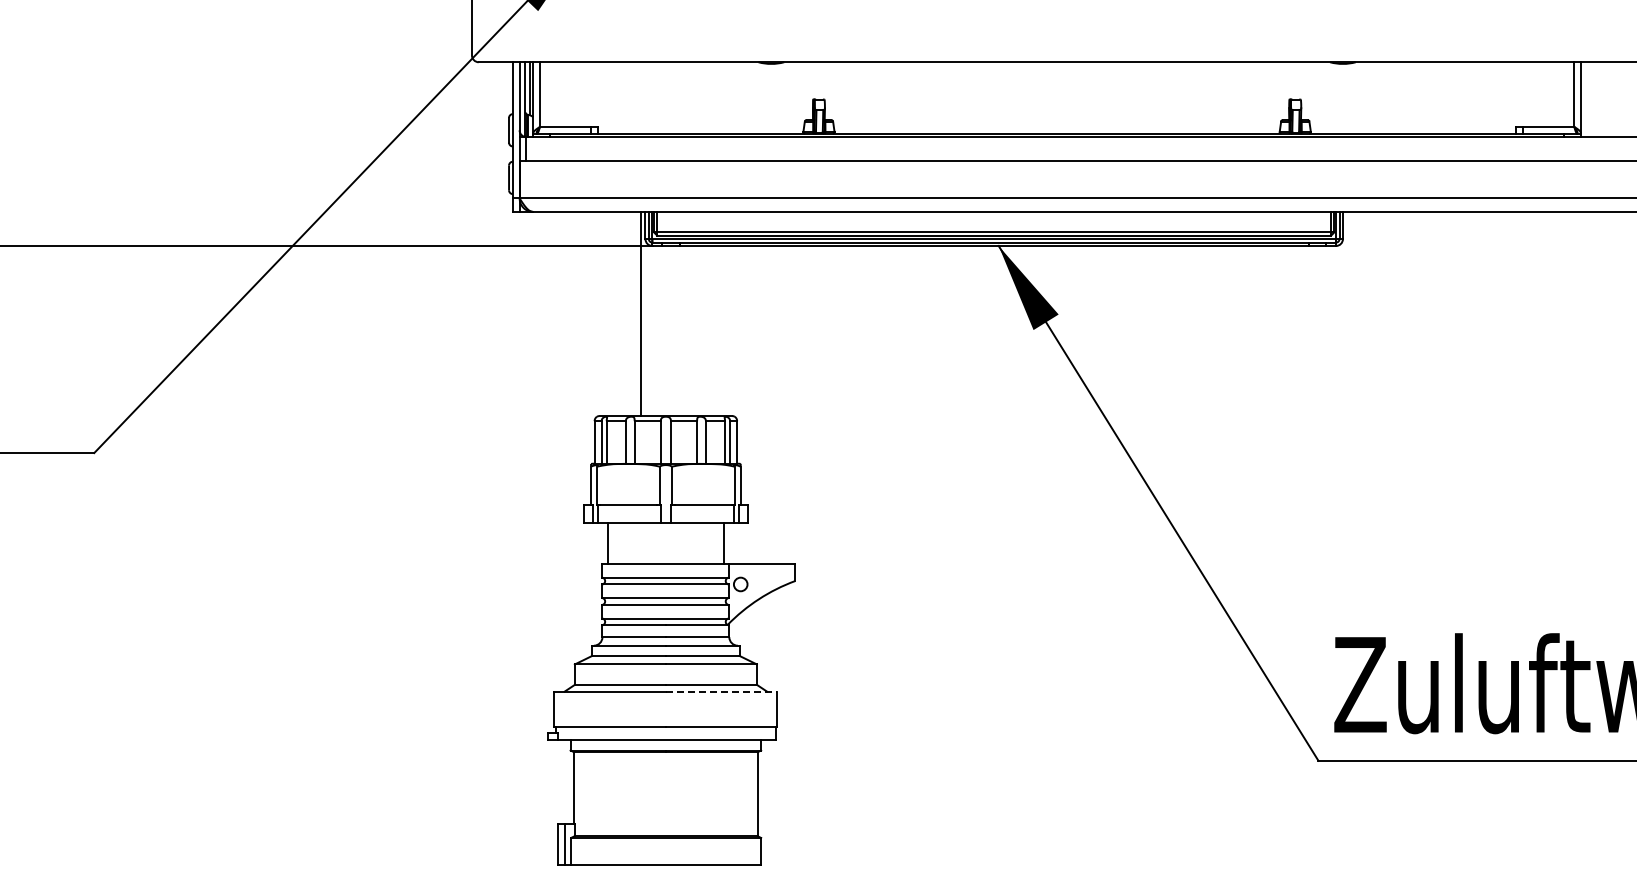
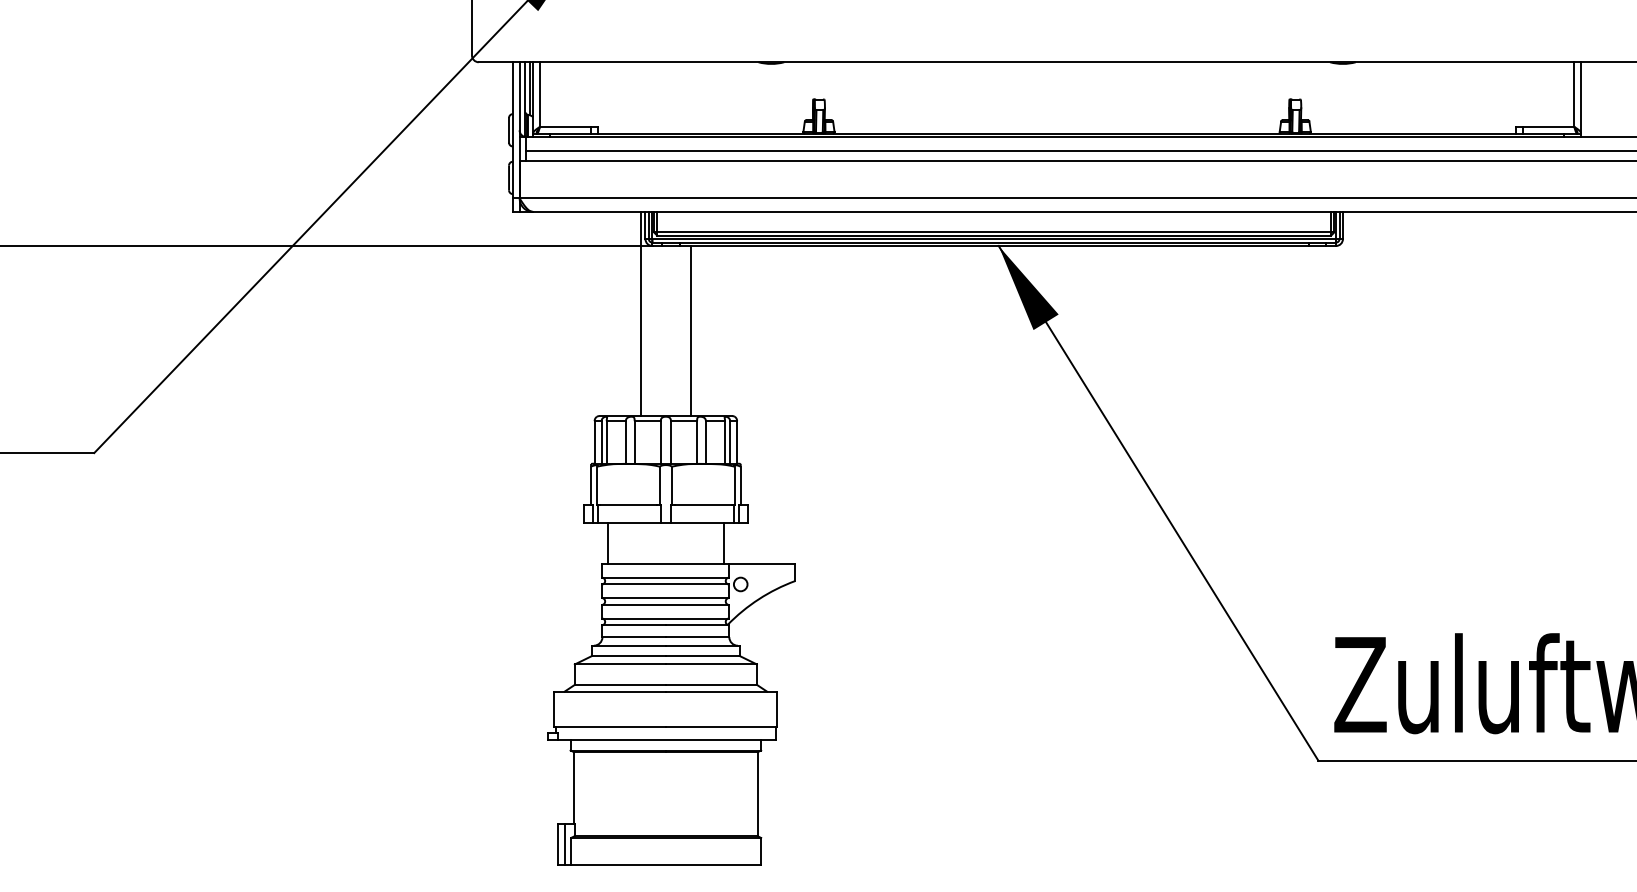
line at (1079, 150): none -> present
line at (690, 330): none -> present
line at (721, 691): dashed -> solid
